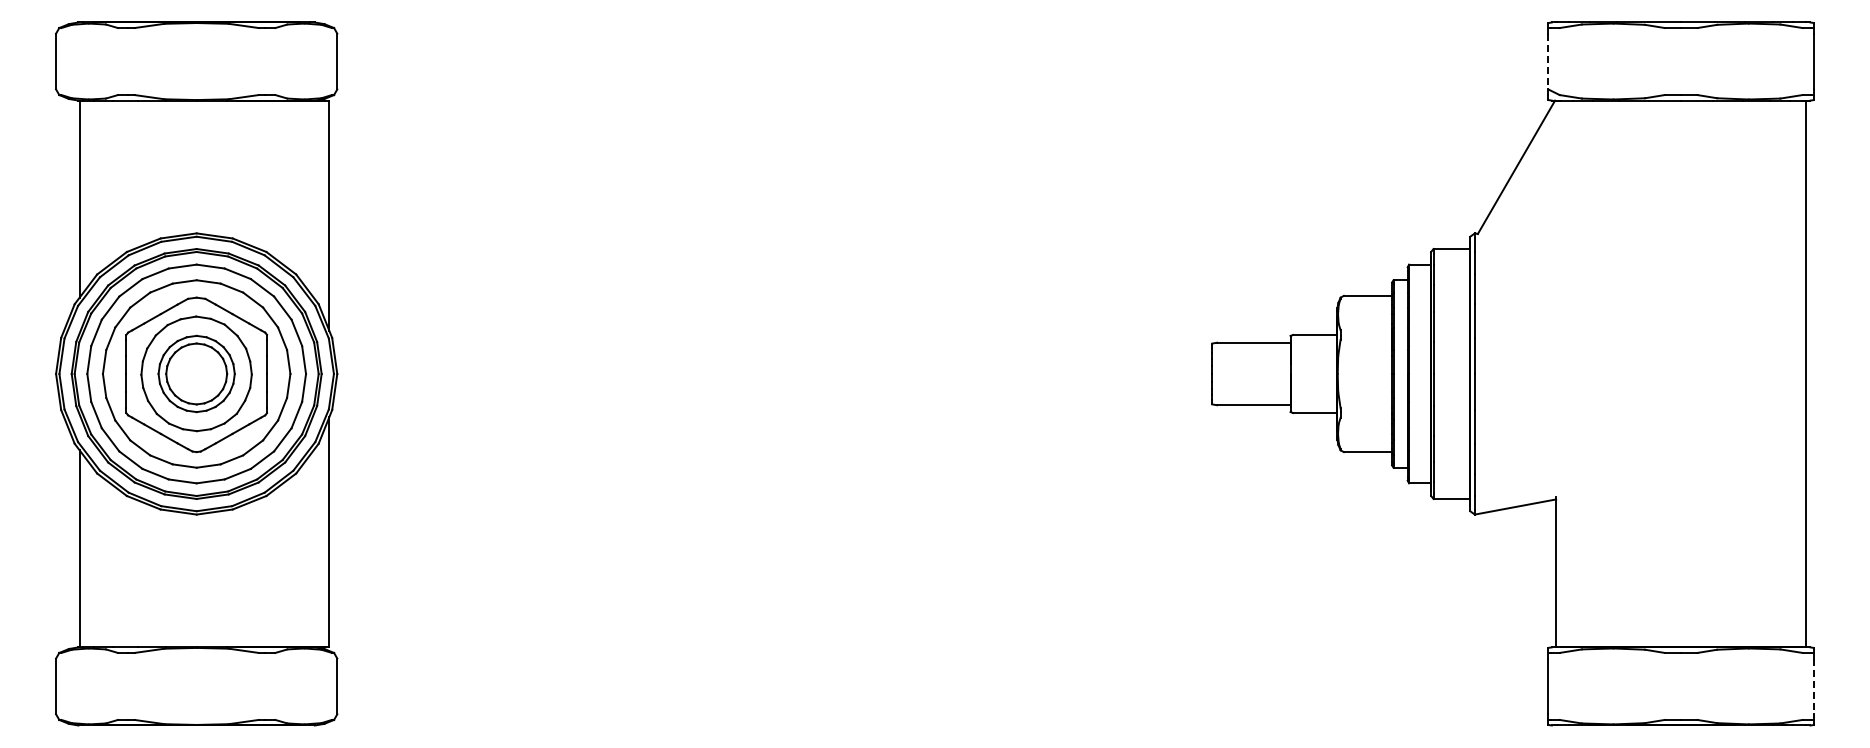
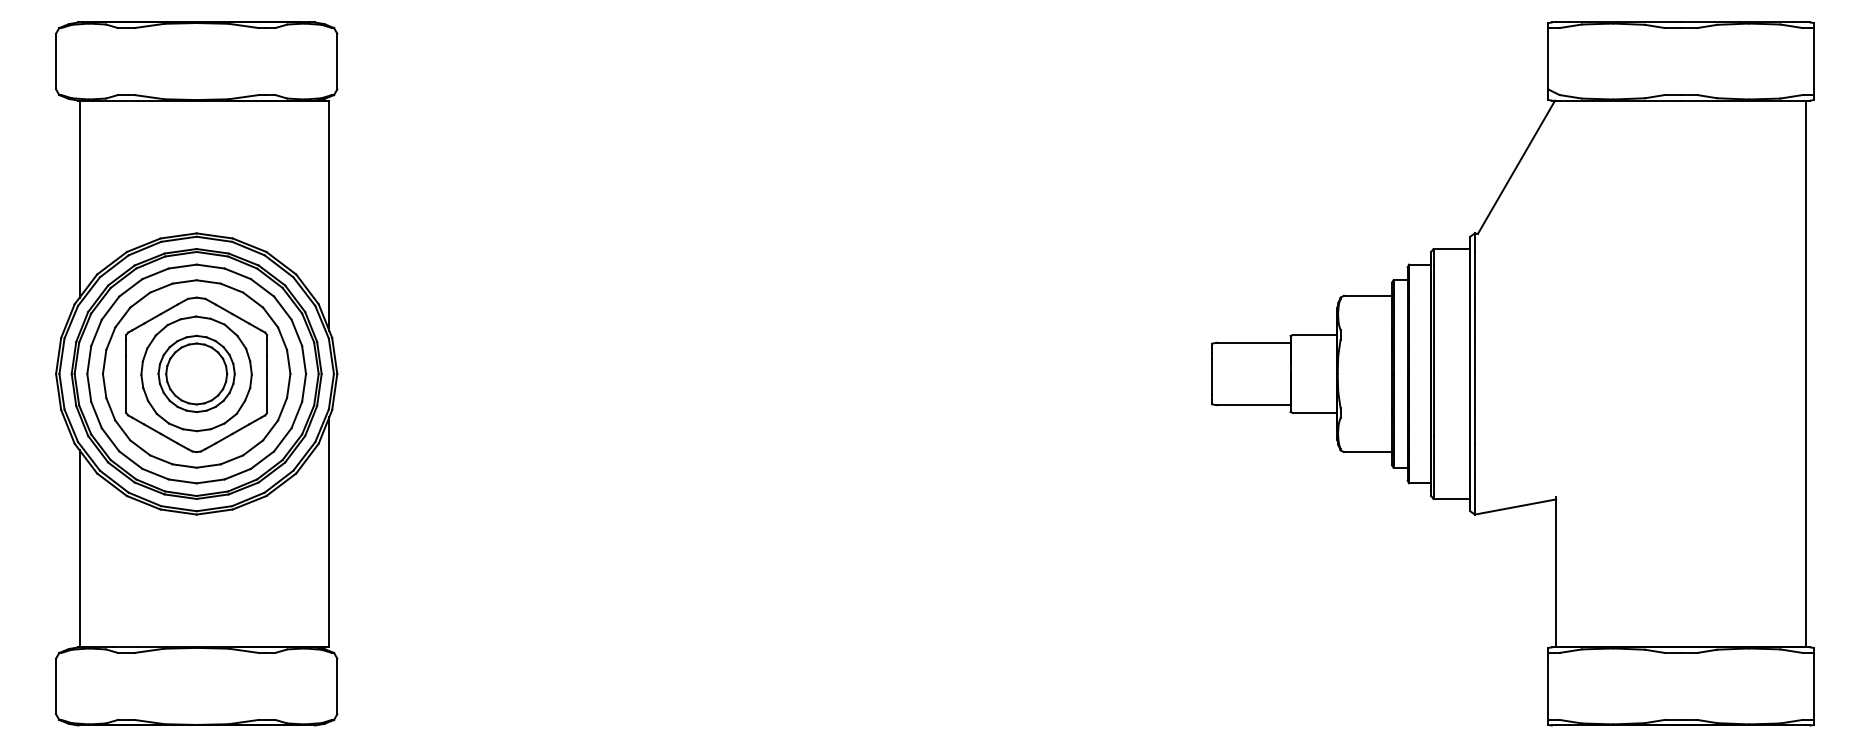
line at (1548, 61): dashed -> solid
line at (1813, 686): dashed -> solid
